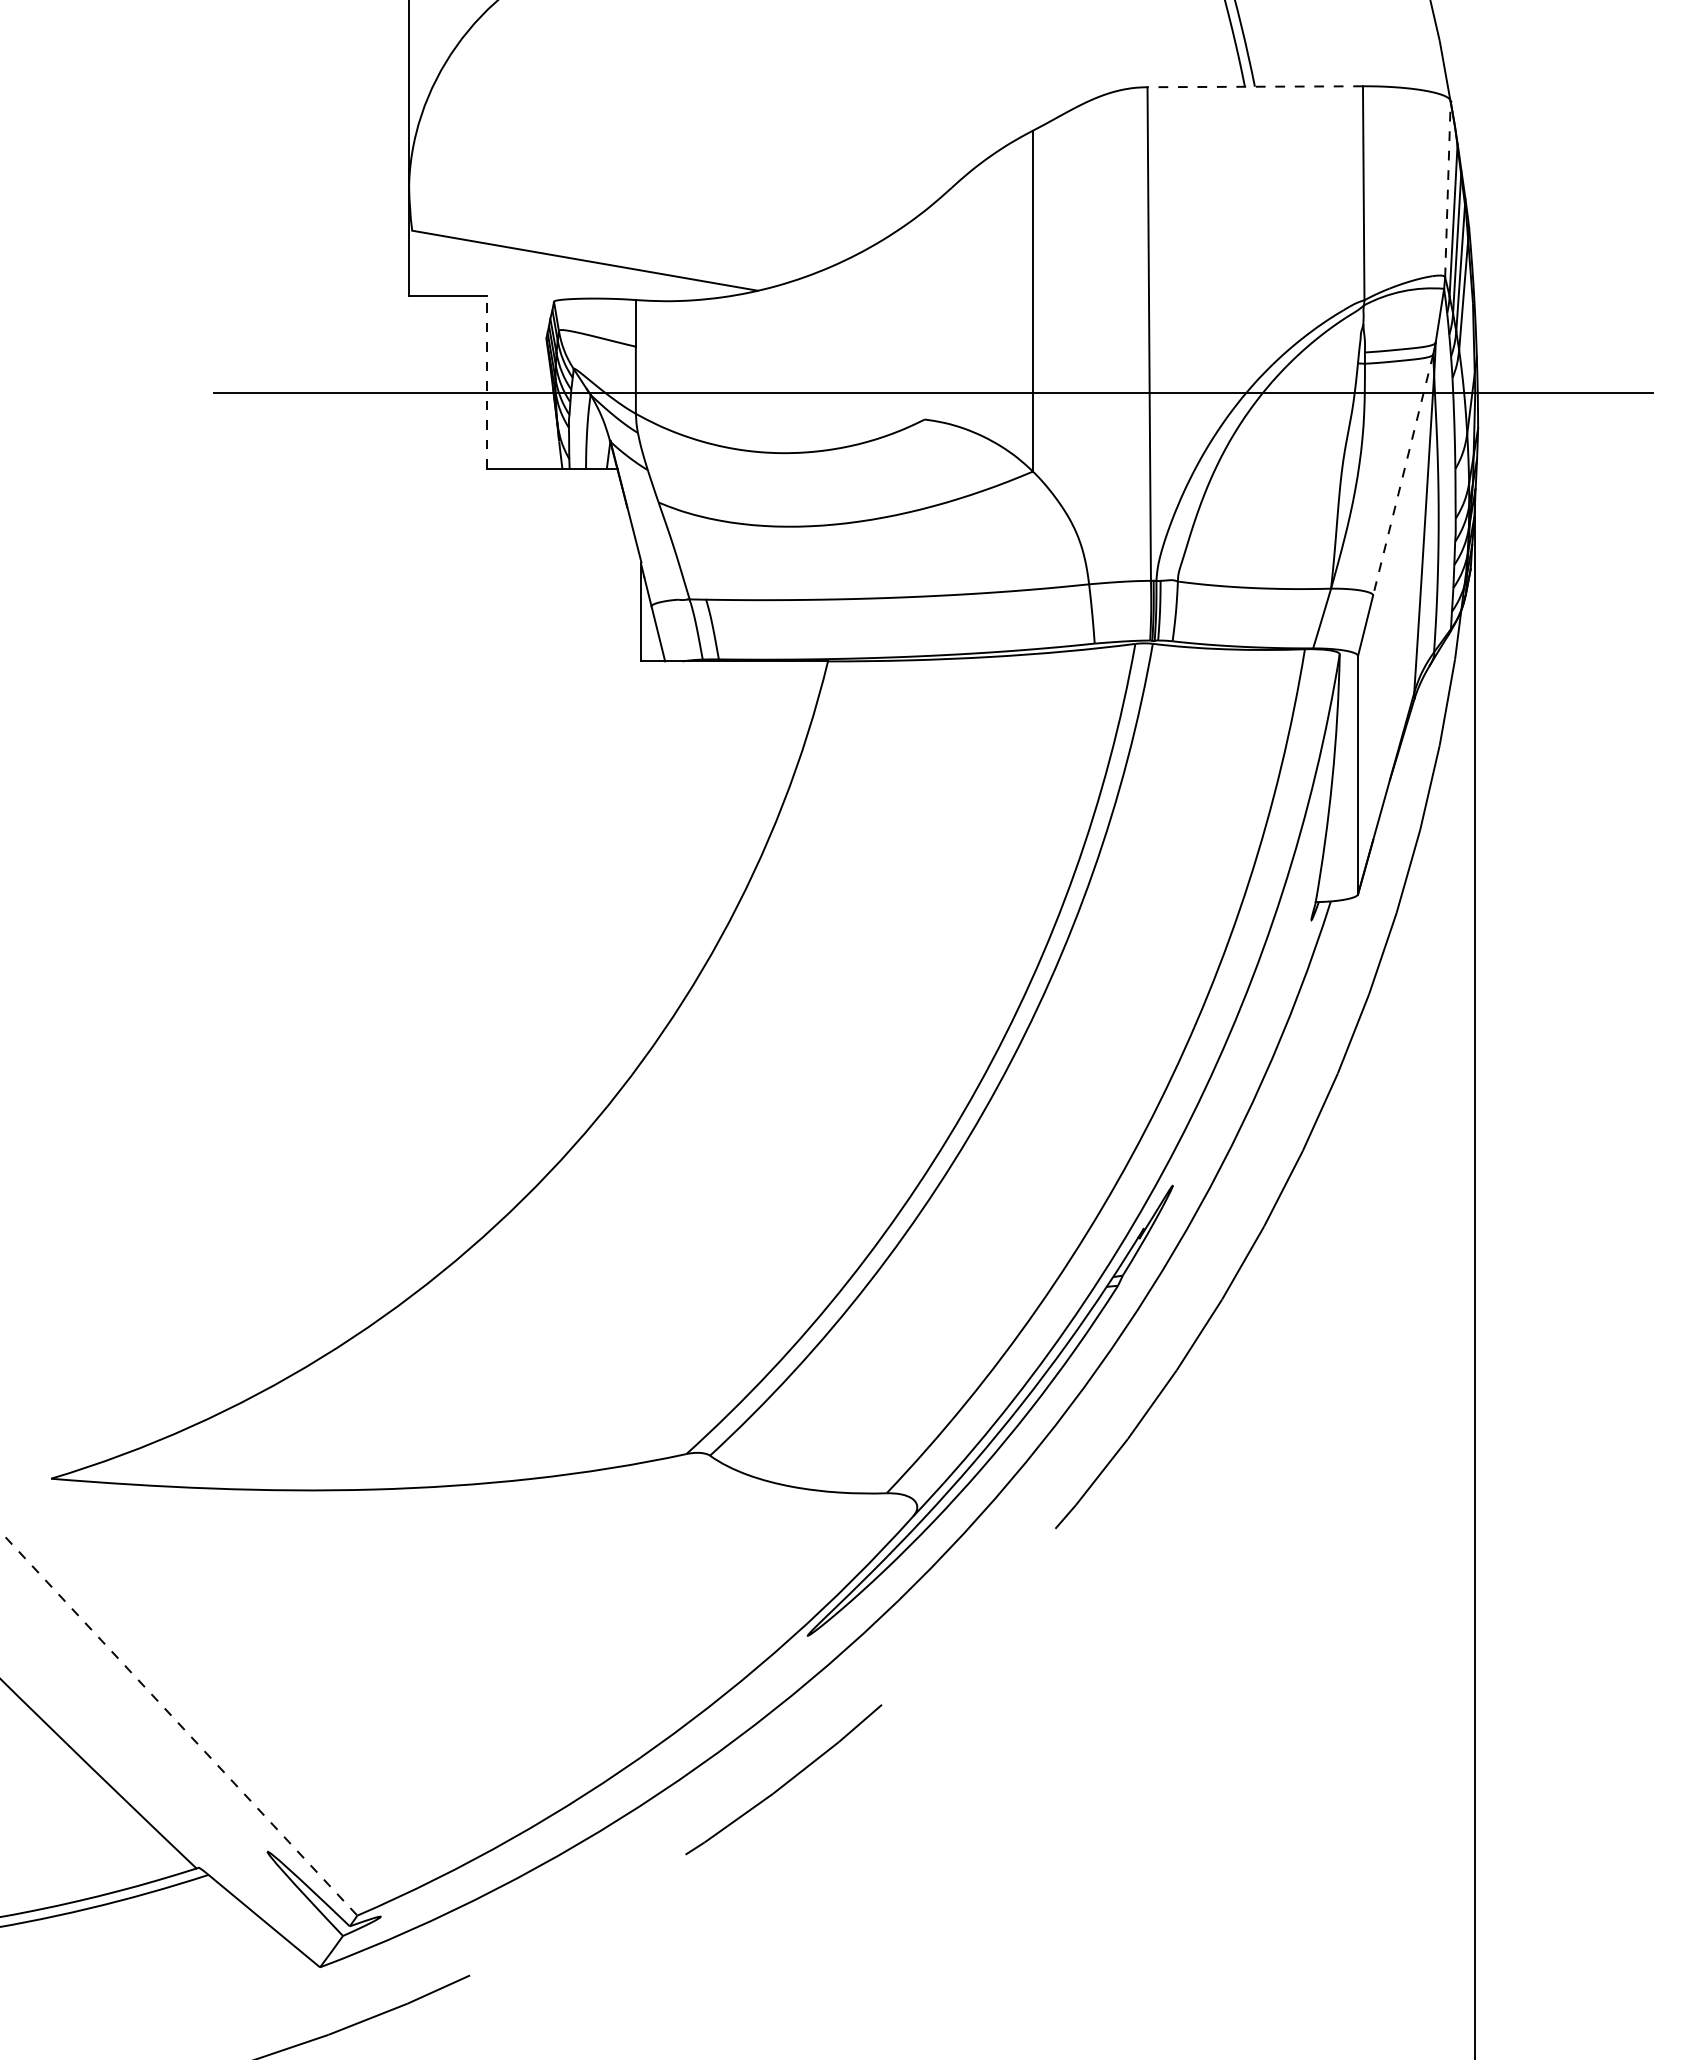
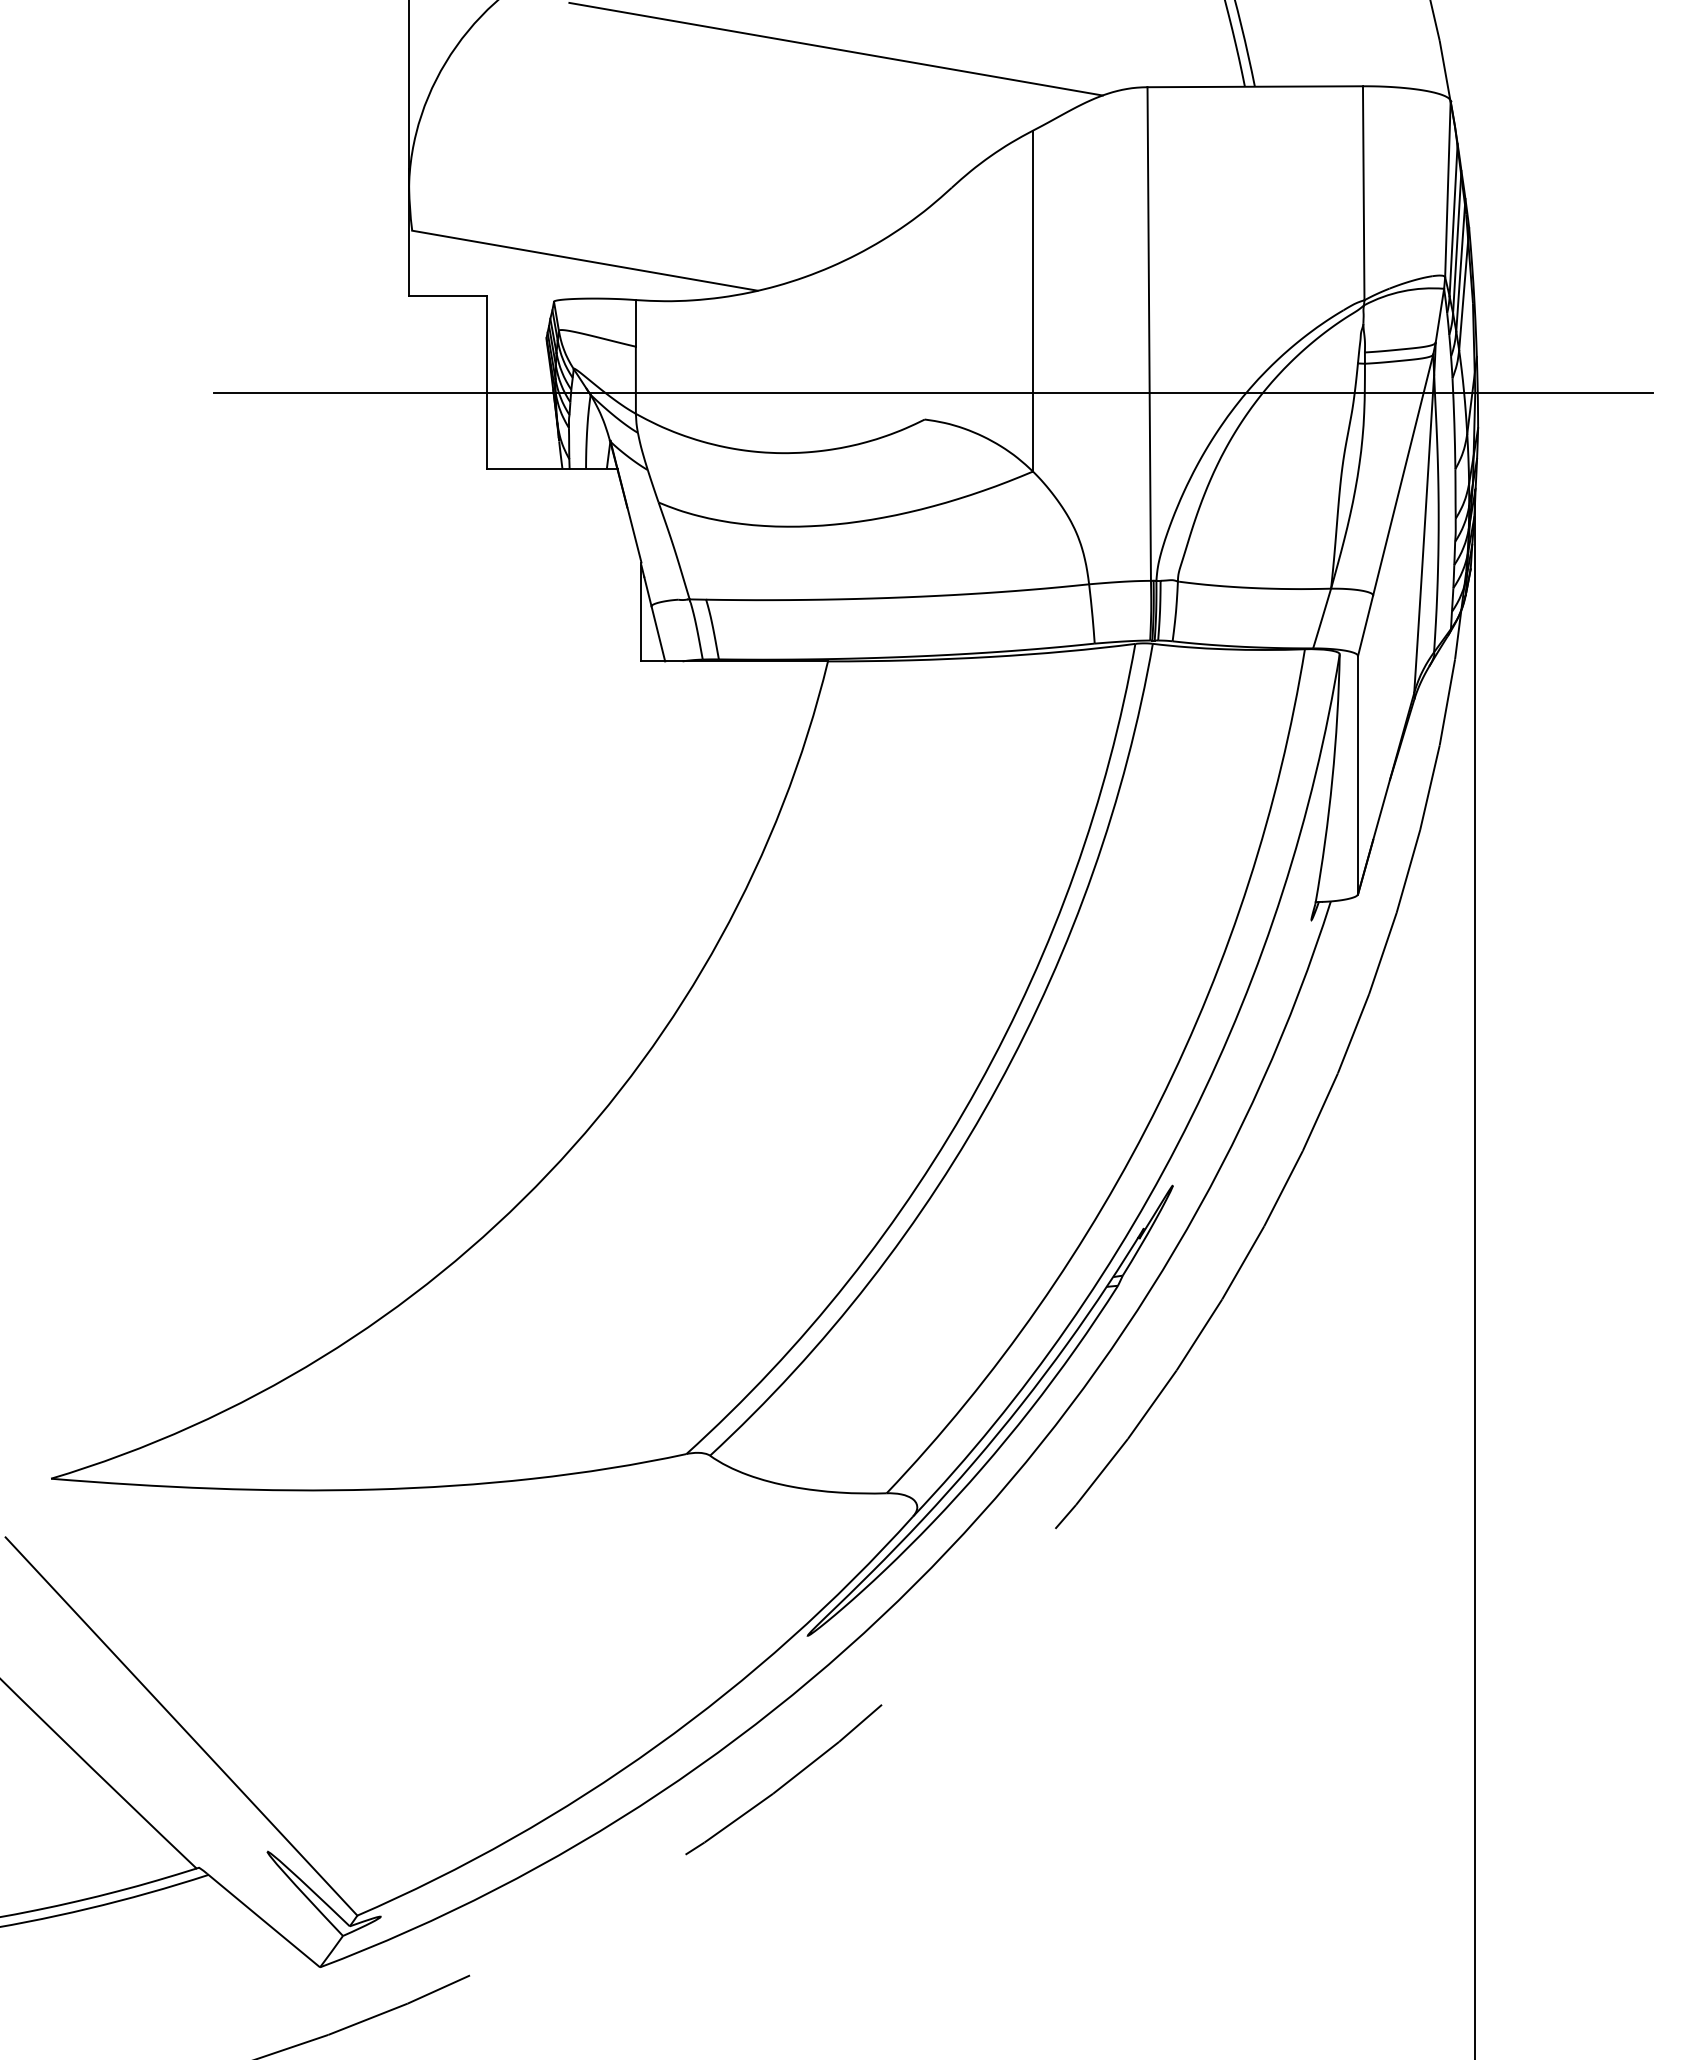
line at (835, 48): none -> present
line at (1255, 86): dashed -> solid
line at (1447, 188): dashed -> solid
line at (486, 382): dashed -> solid
line at (1403, 475): dashed -> solid
line at (181, 1726): dashed -> solid
